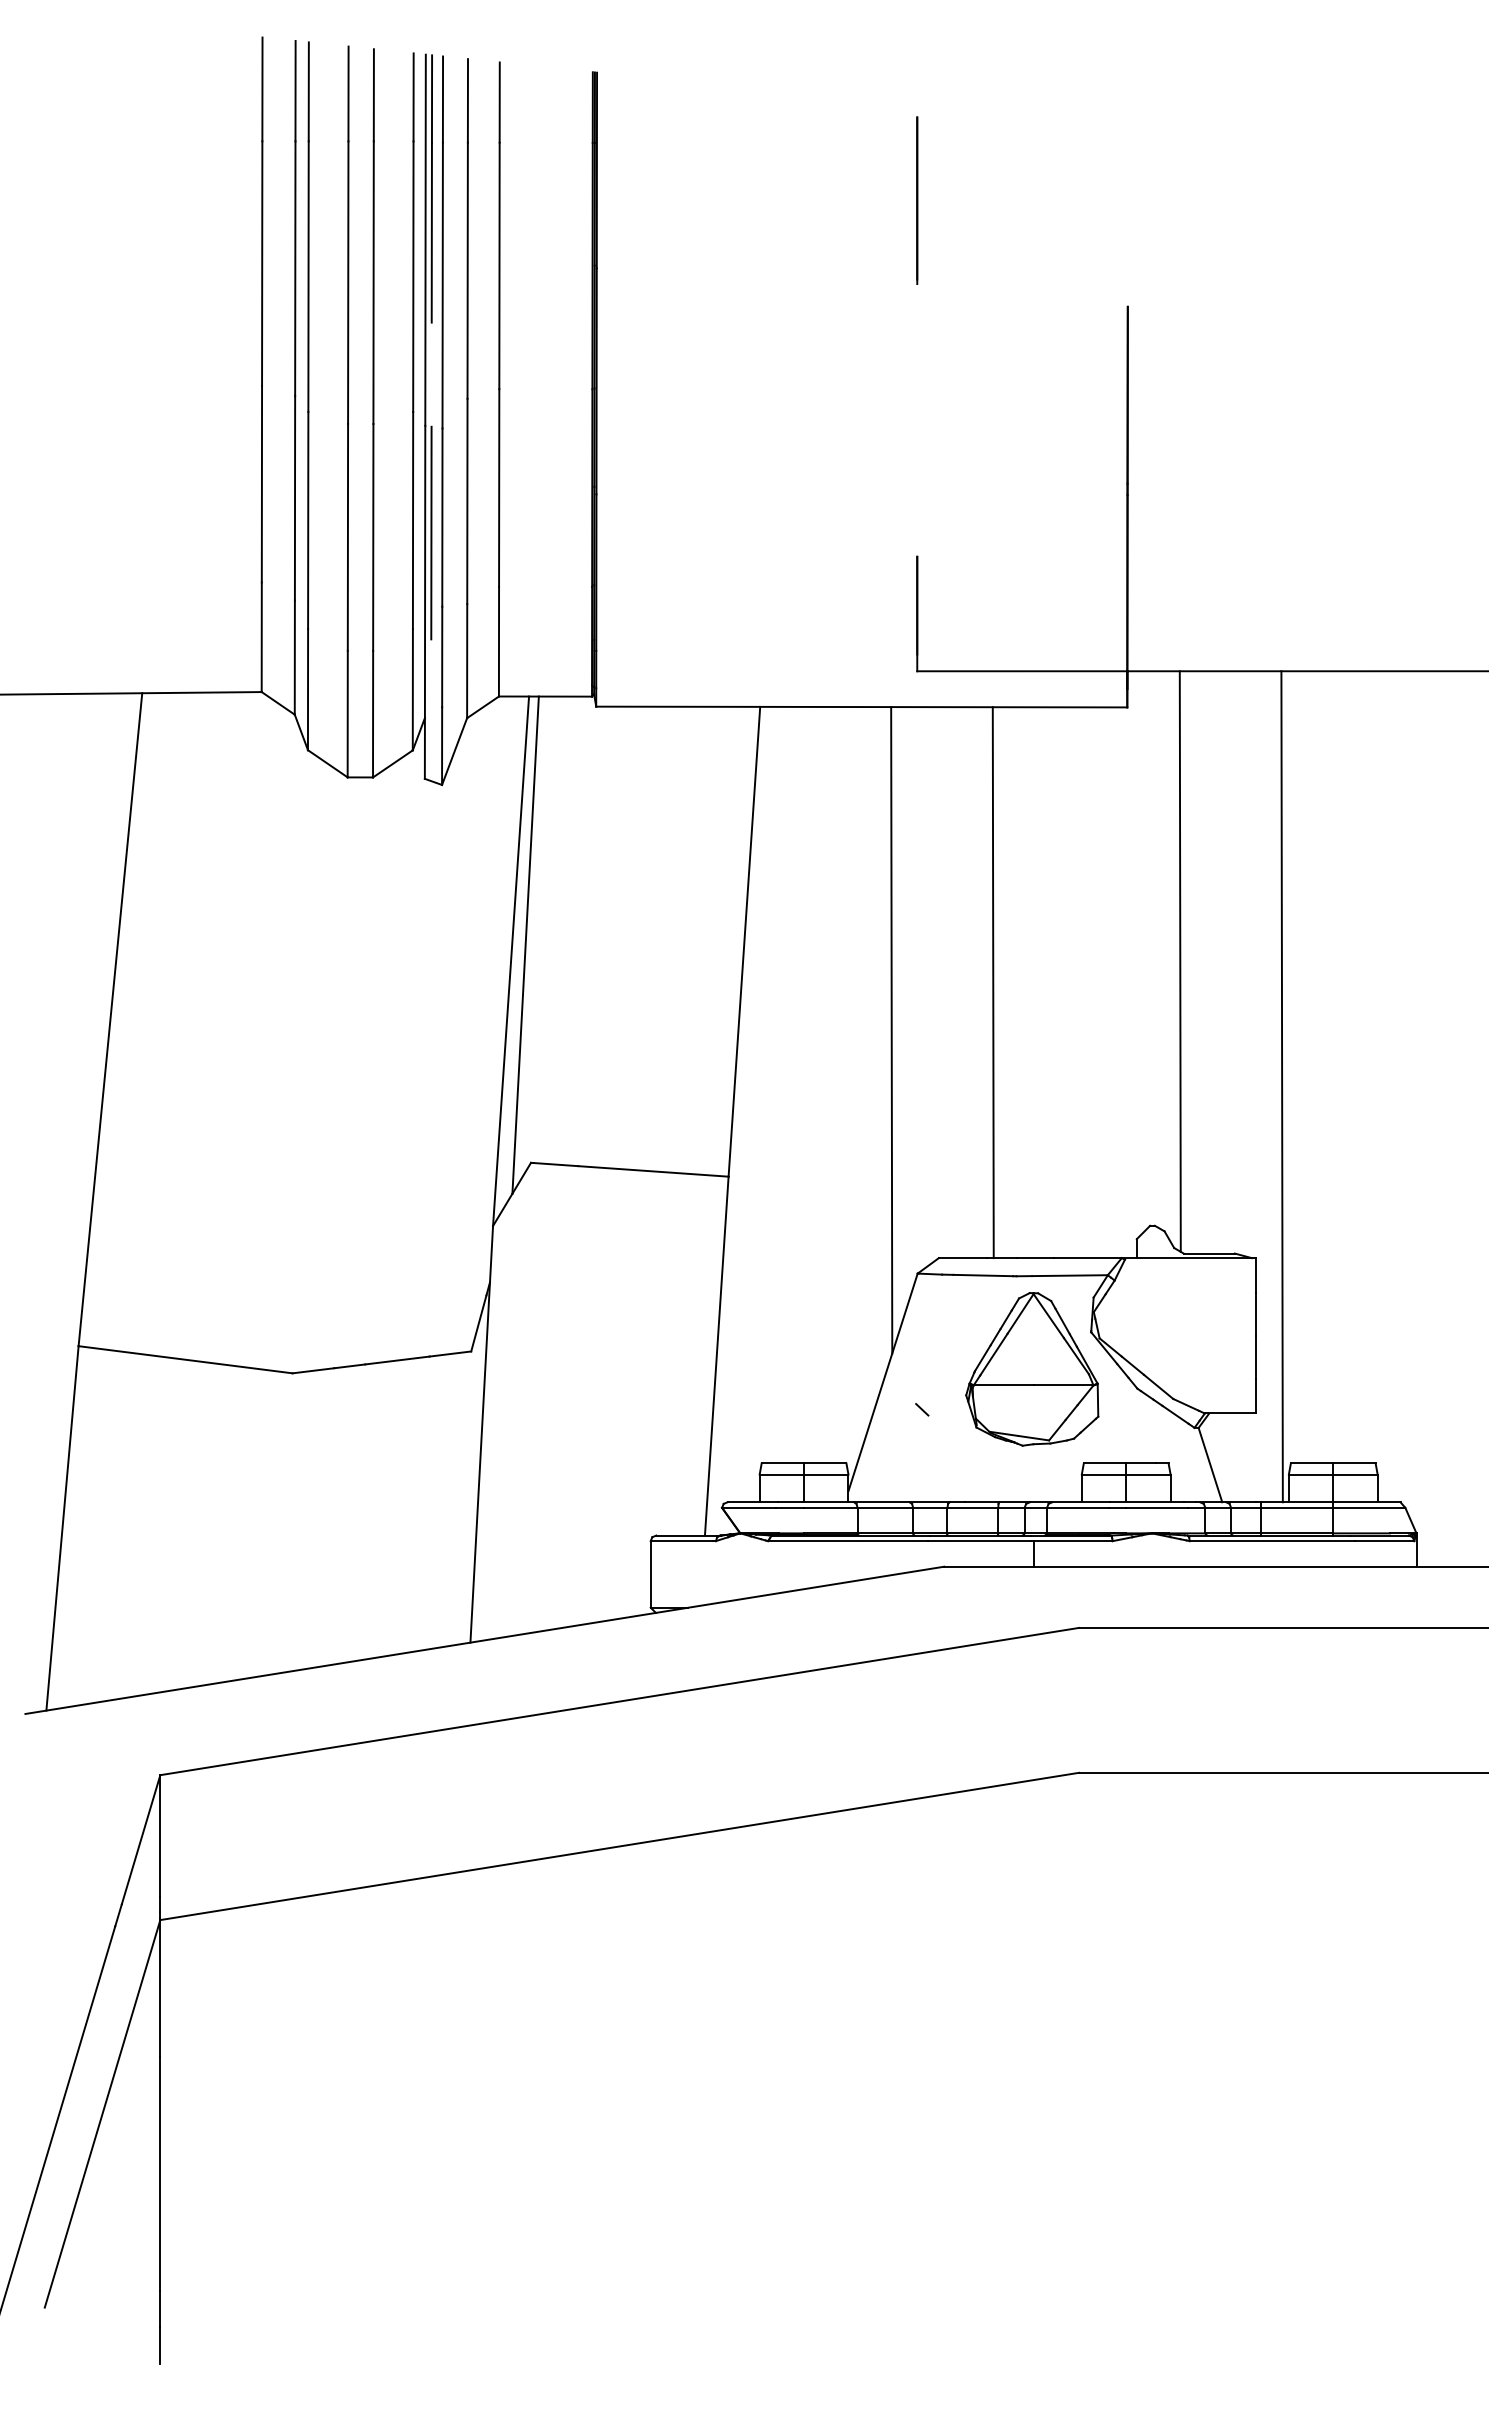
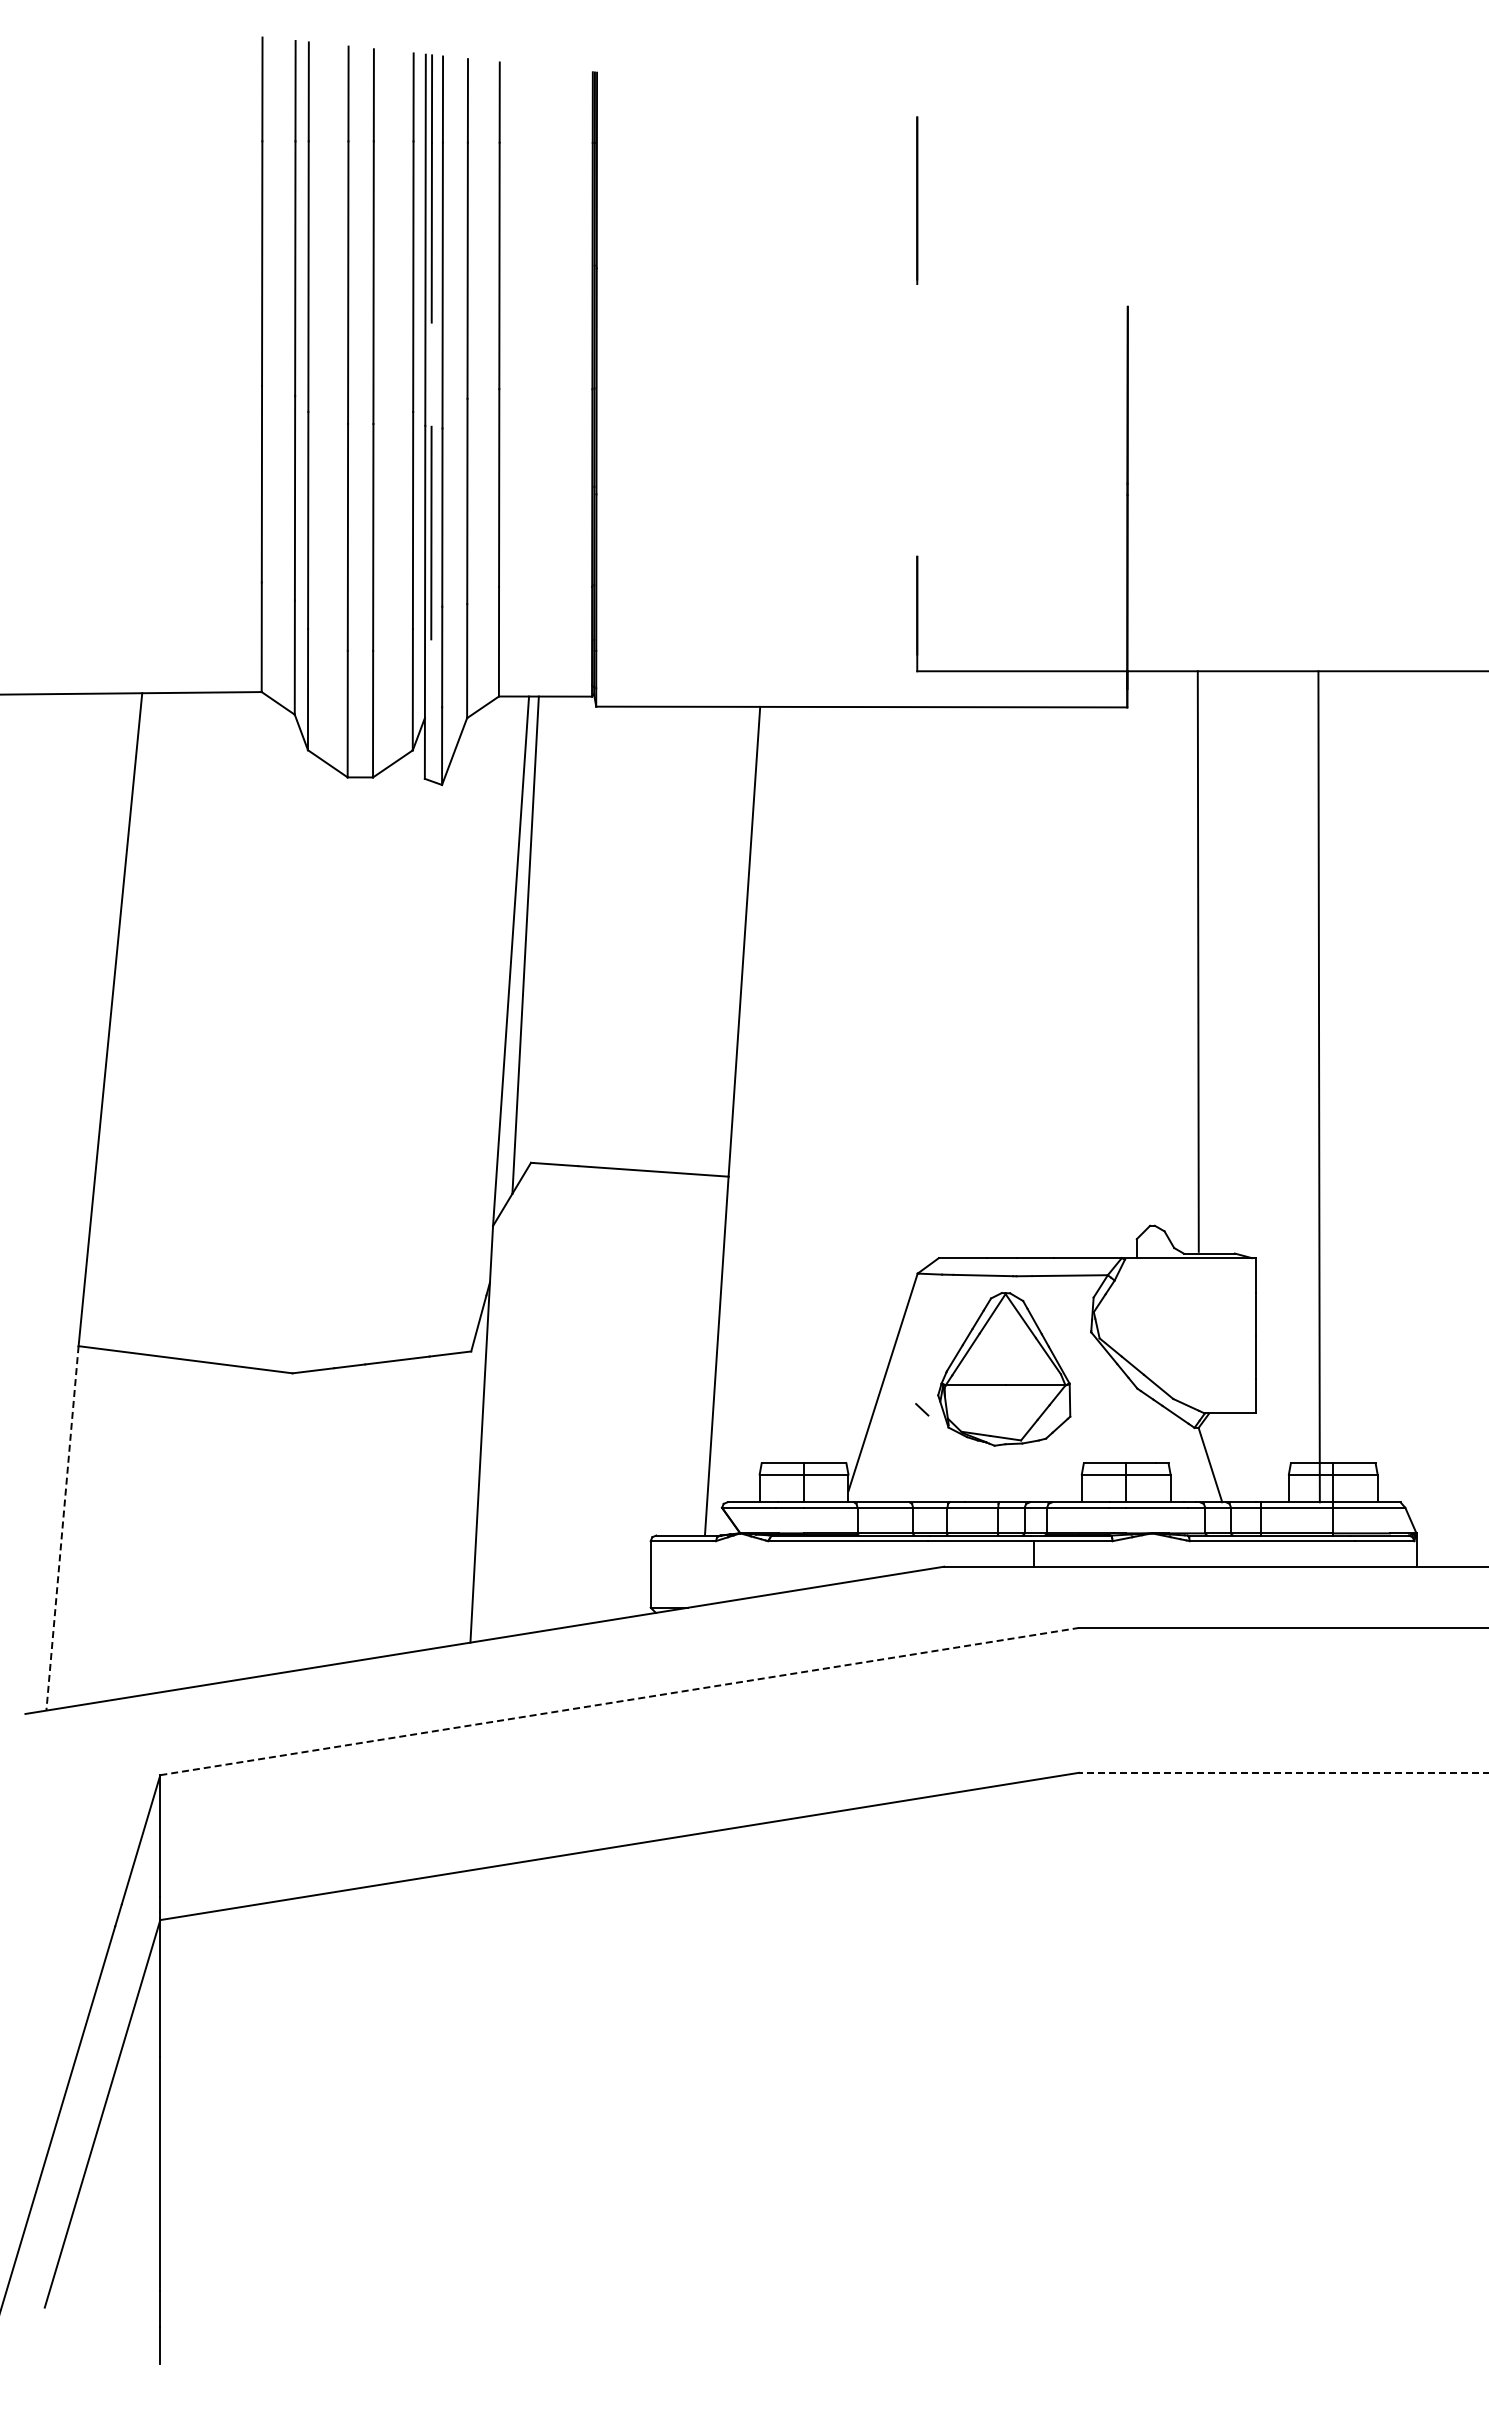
line at (1179, 961) position: (1179, 961) -> (1197, 961)
line at (992, 982): present -> none
line at (891, 1030): present -> none
line at (1281, 1086) position: (1281, 1086) -> (1318, 1086)
part at (1032, 1369) position: (1032, 1369) -> (1004, 1369)
line at (62, 1528): solid -> dashed
line at (620, 1701): solid -> dashed
line at (1283, 1772): solid -> dashed
